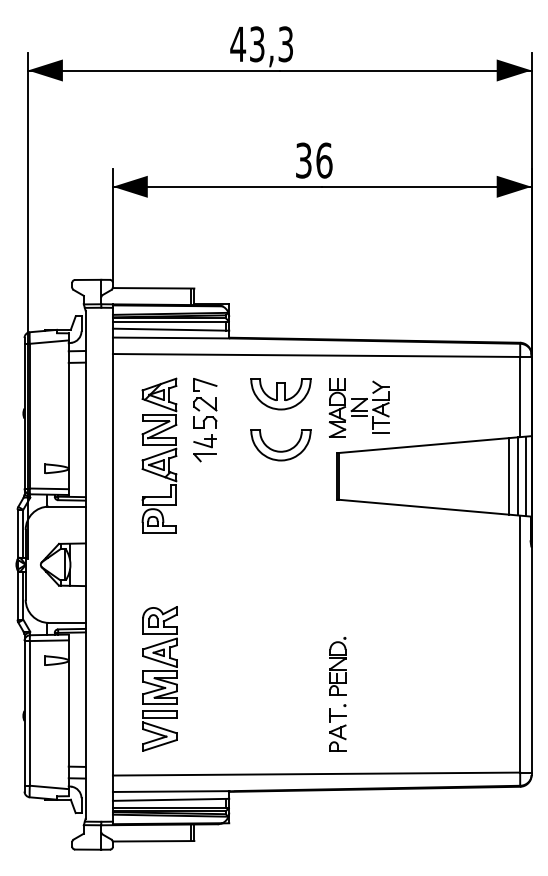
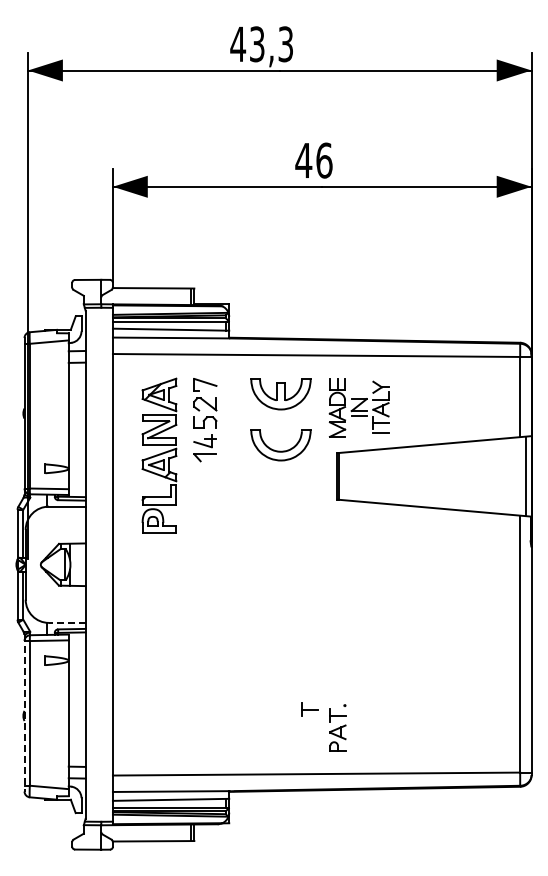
text at (303, 160): 36 -> 46
line at (508, 476): present -> none
line at (517, 476): present -> none
line at (66, 622): solid -> dashed
part at (337, 666): present -> none
part at (159, 678): present -> none
part at (309, 709): none -> present
line at (24, 713): solid -> dashed
